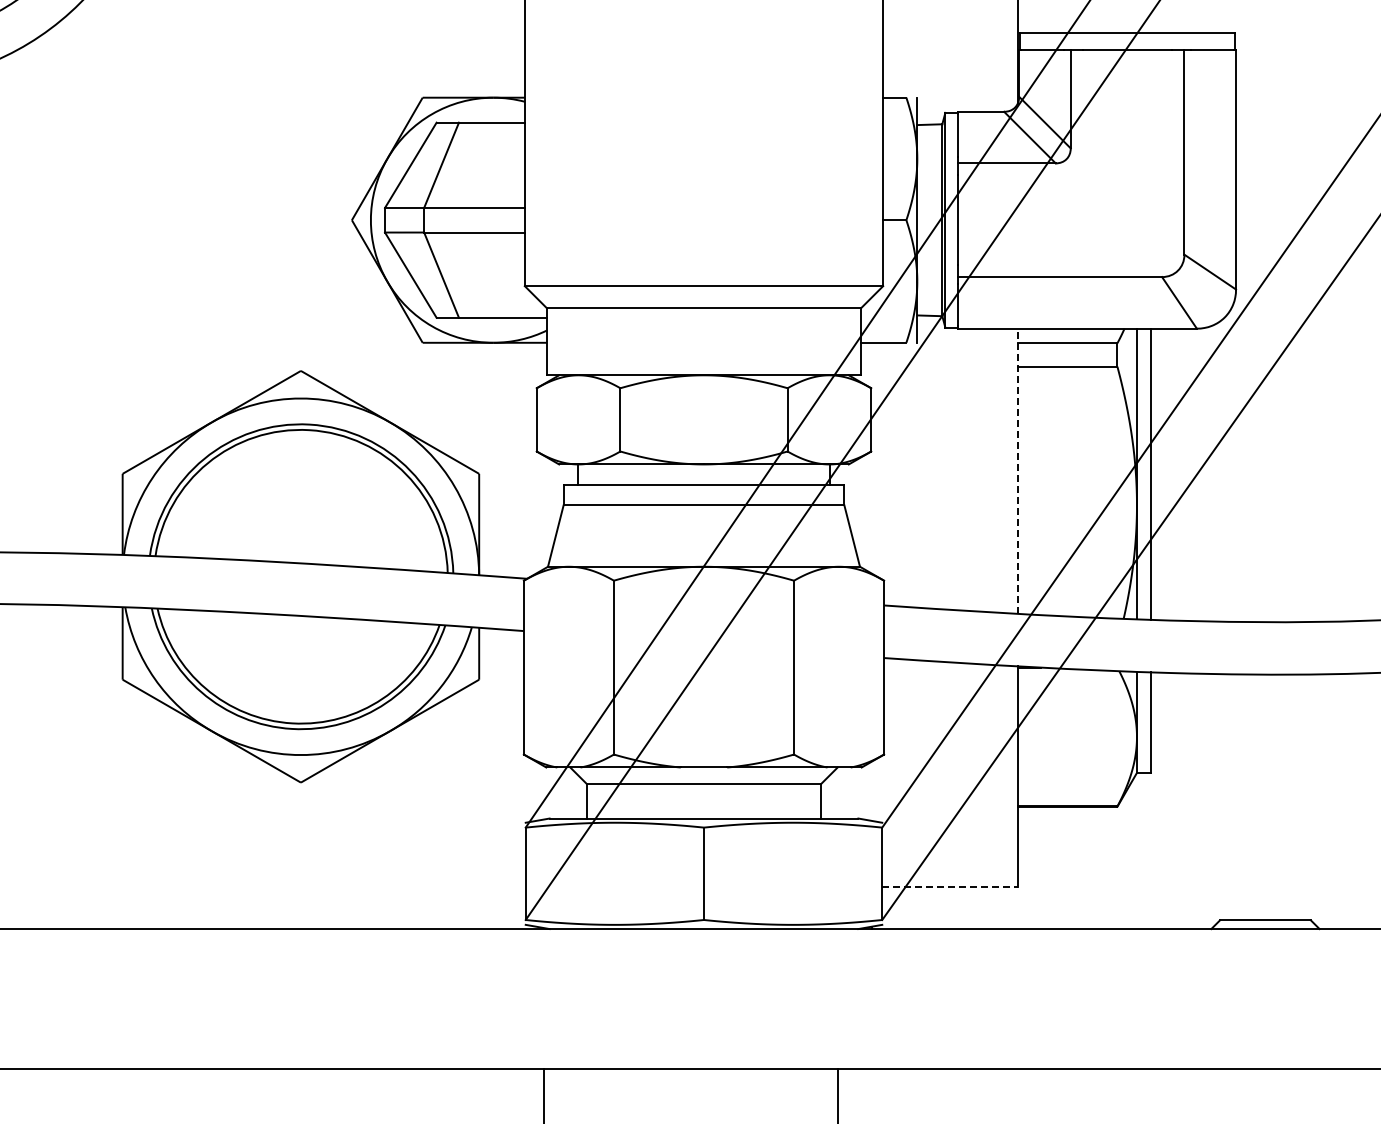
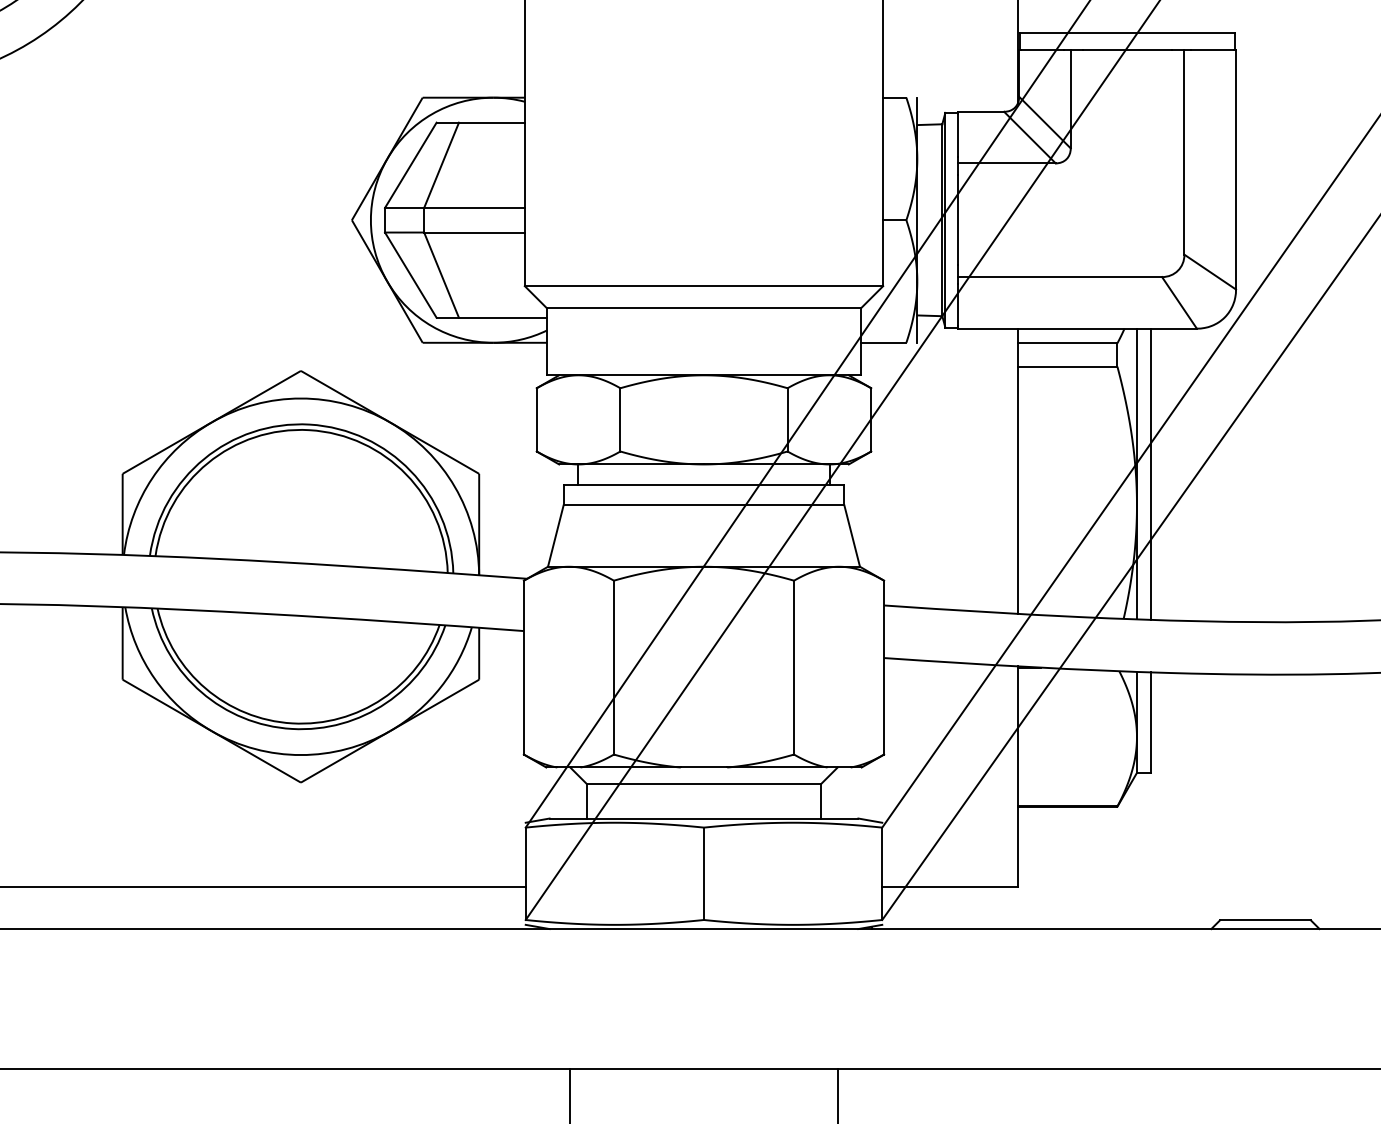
line at (1017, 471): dashed -> solid
line at (263, 886): none -> present
line at (949, 886): dashed -> solid
line at (544, 1094) position: (544, 1094) -> (570, 1094)
